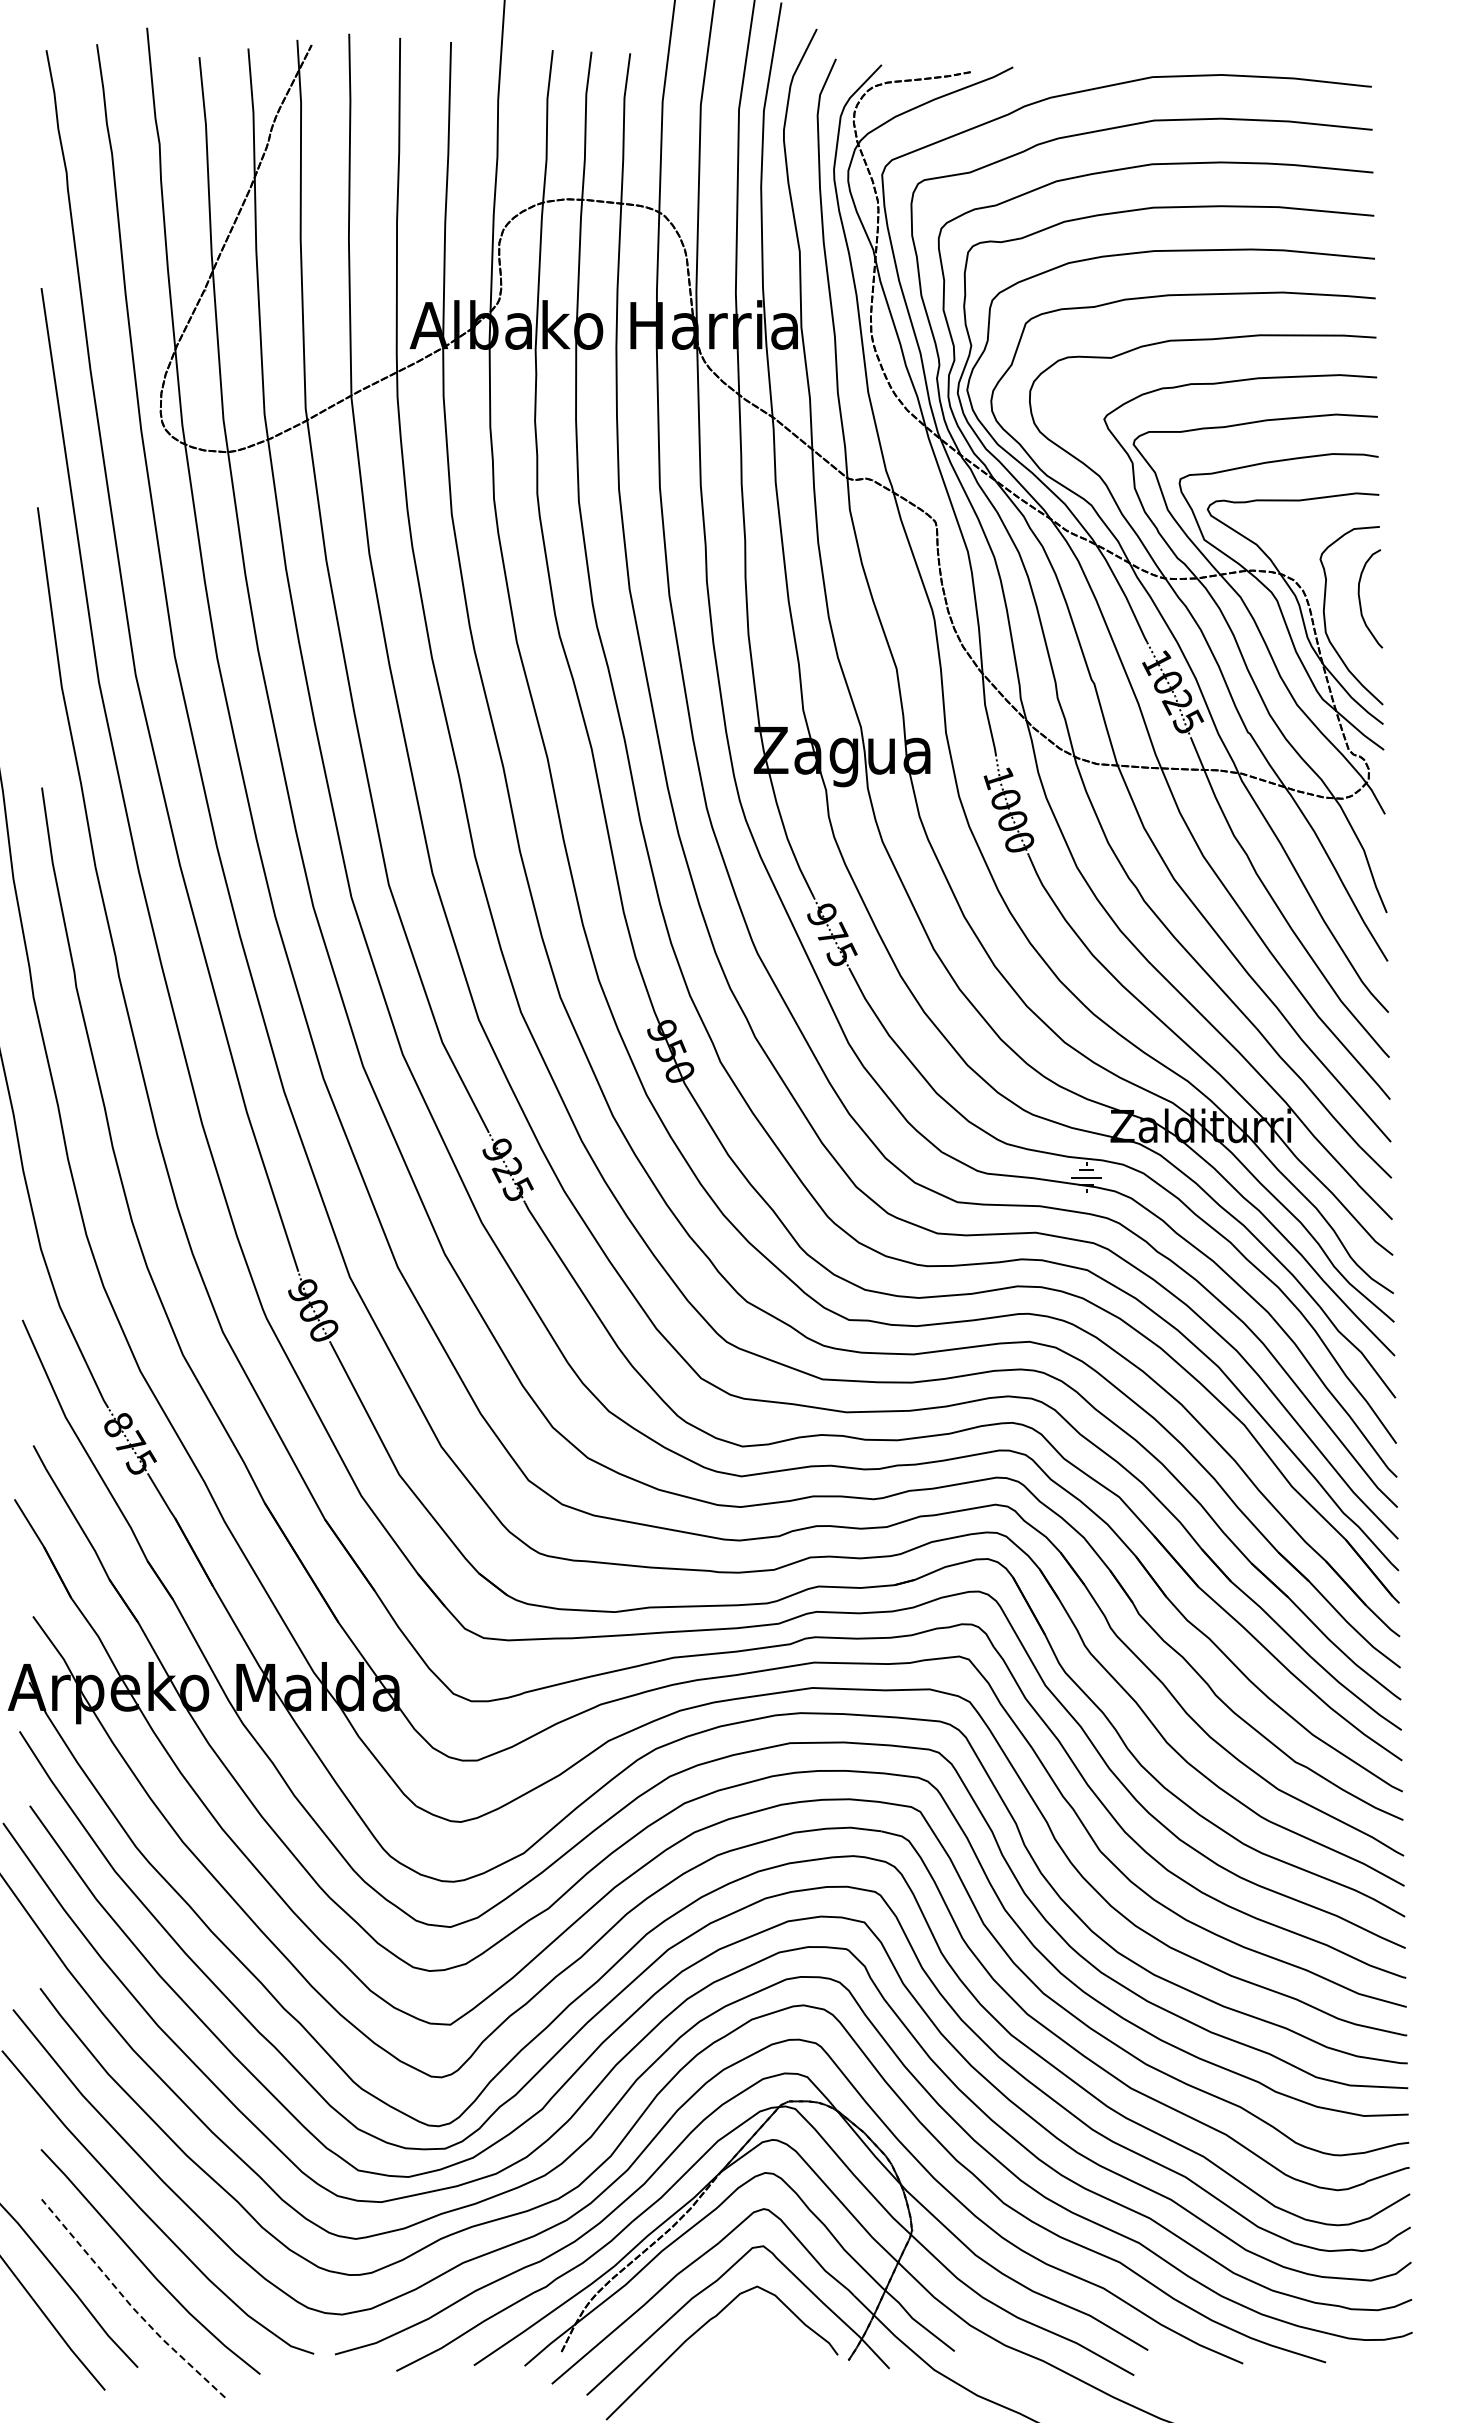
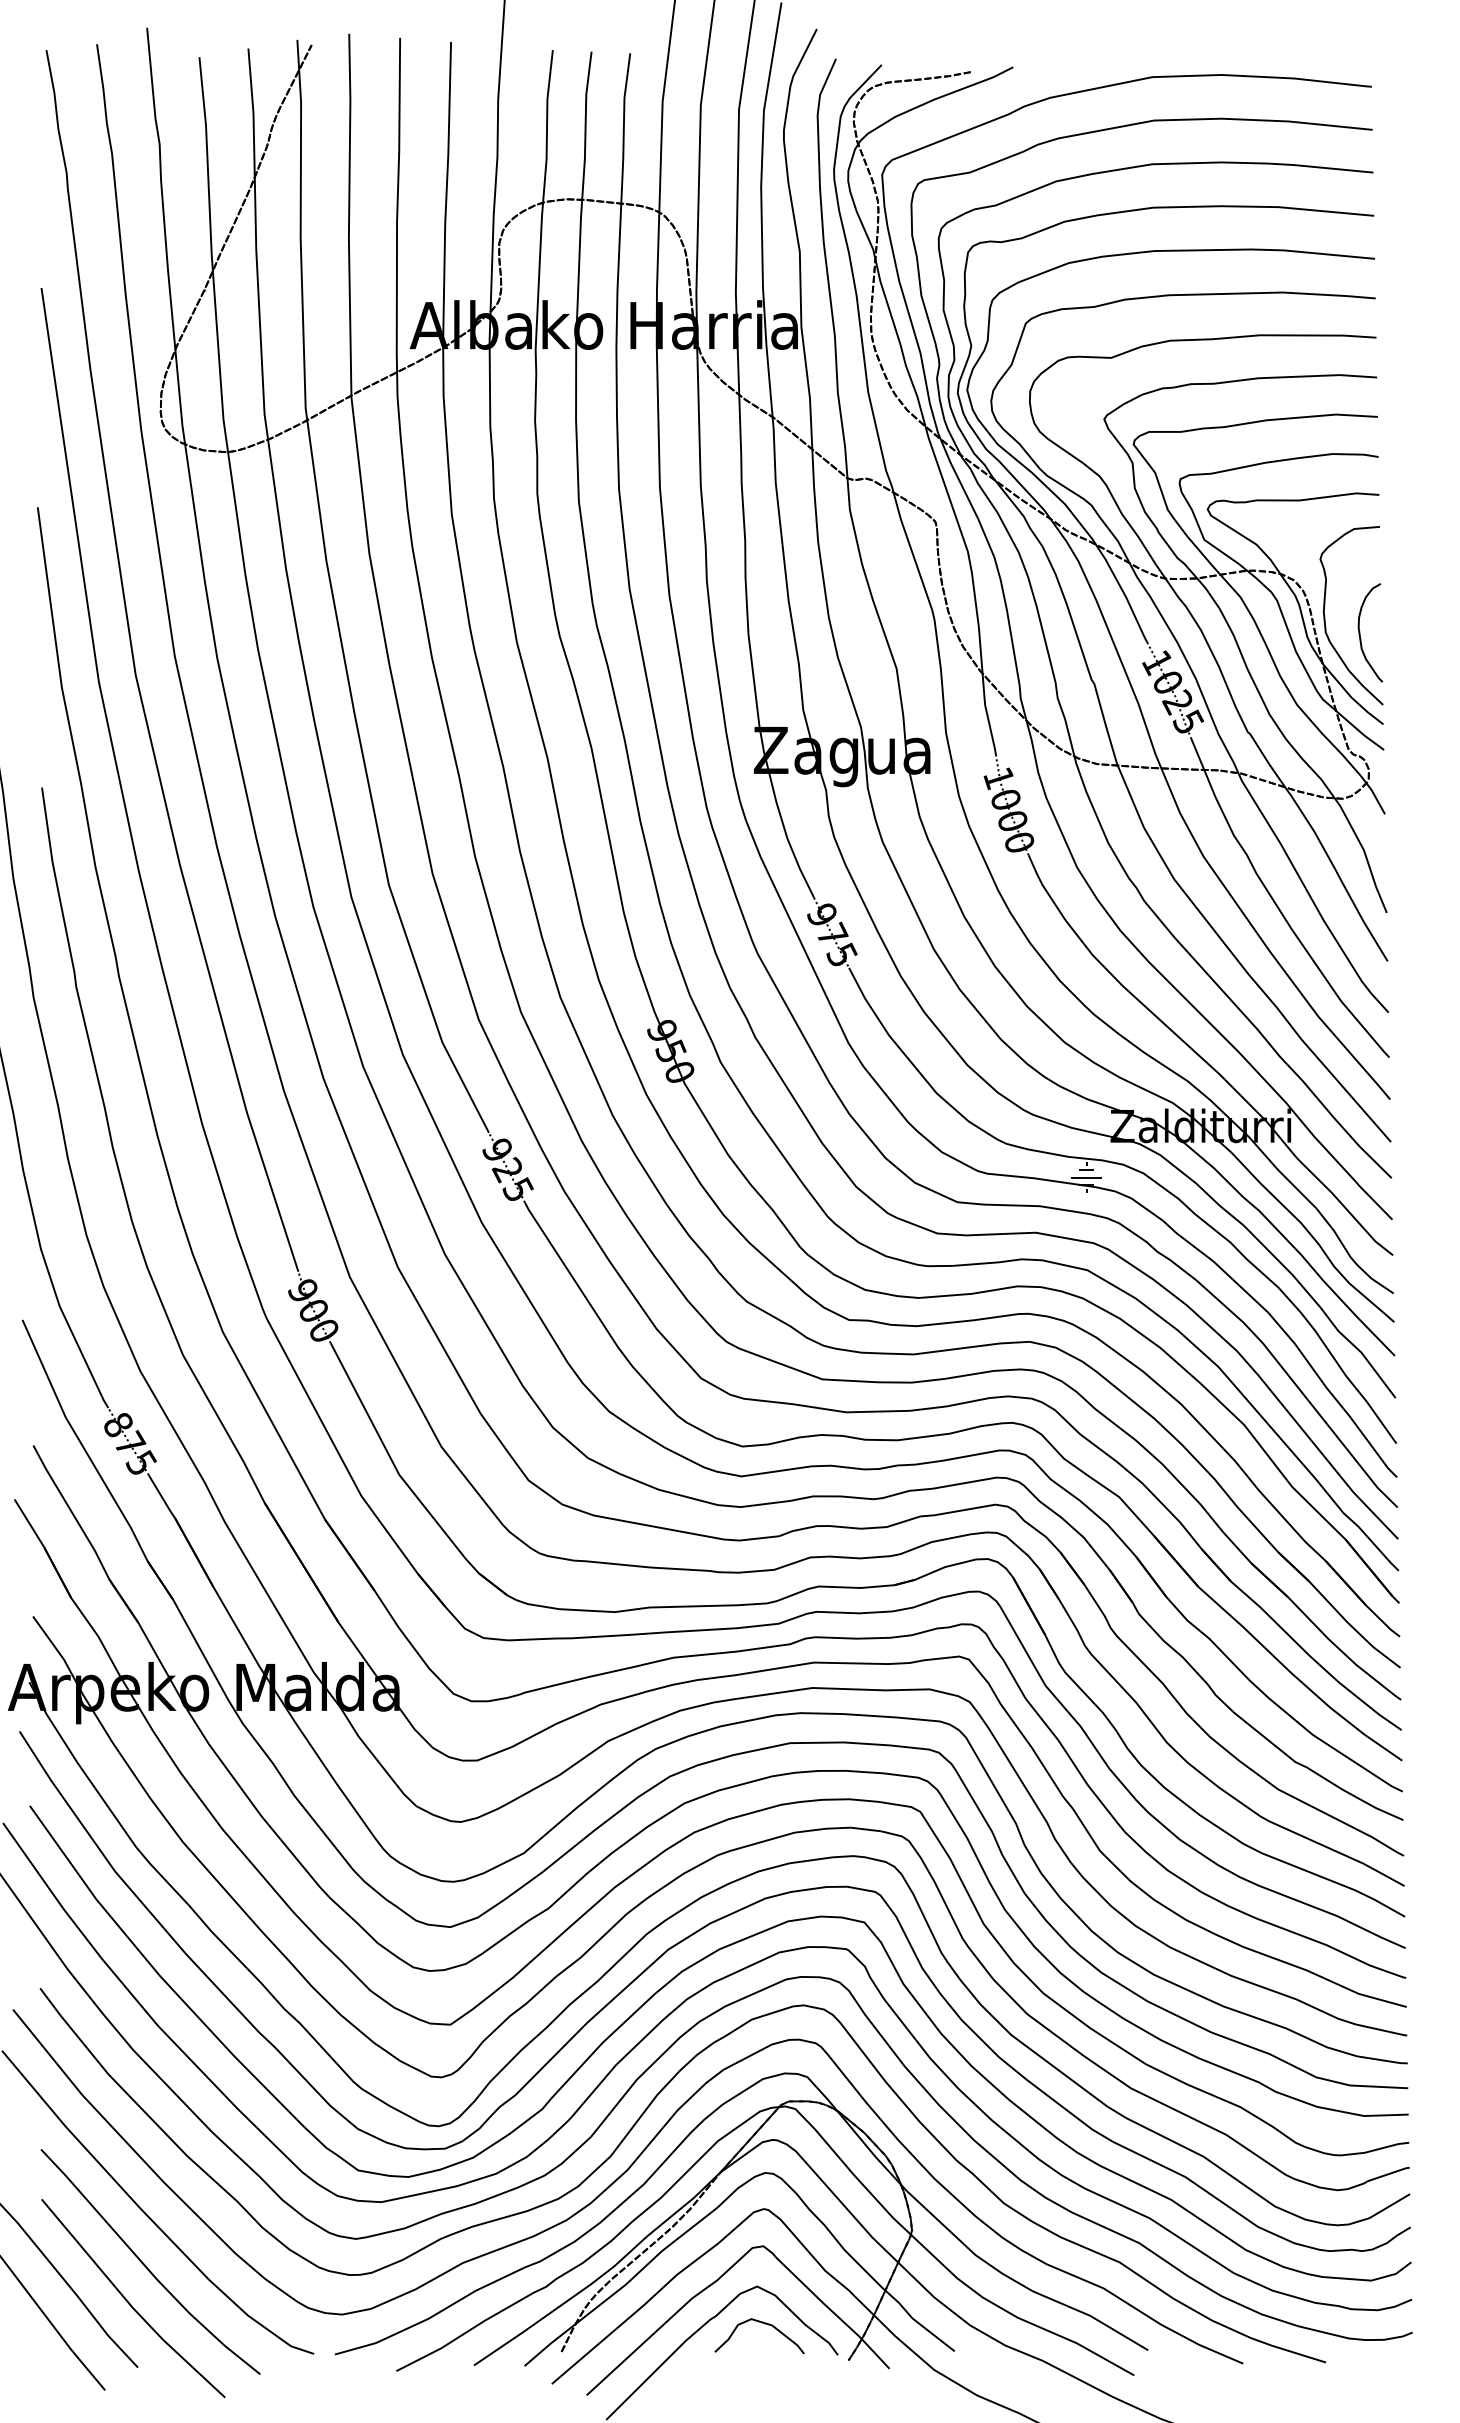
curve at (1360, 598) position: (1360, 598) -> (1360, 632)
line at (129, 2303): dashed -> solid
curve at (764, 2324): none -> present
